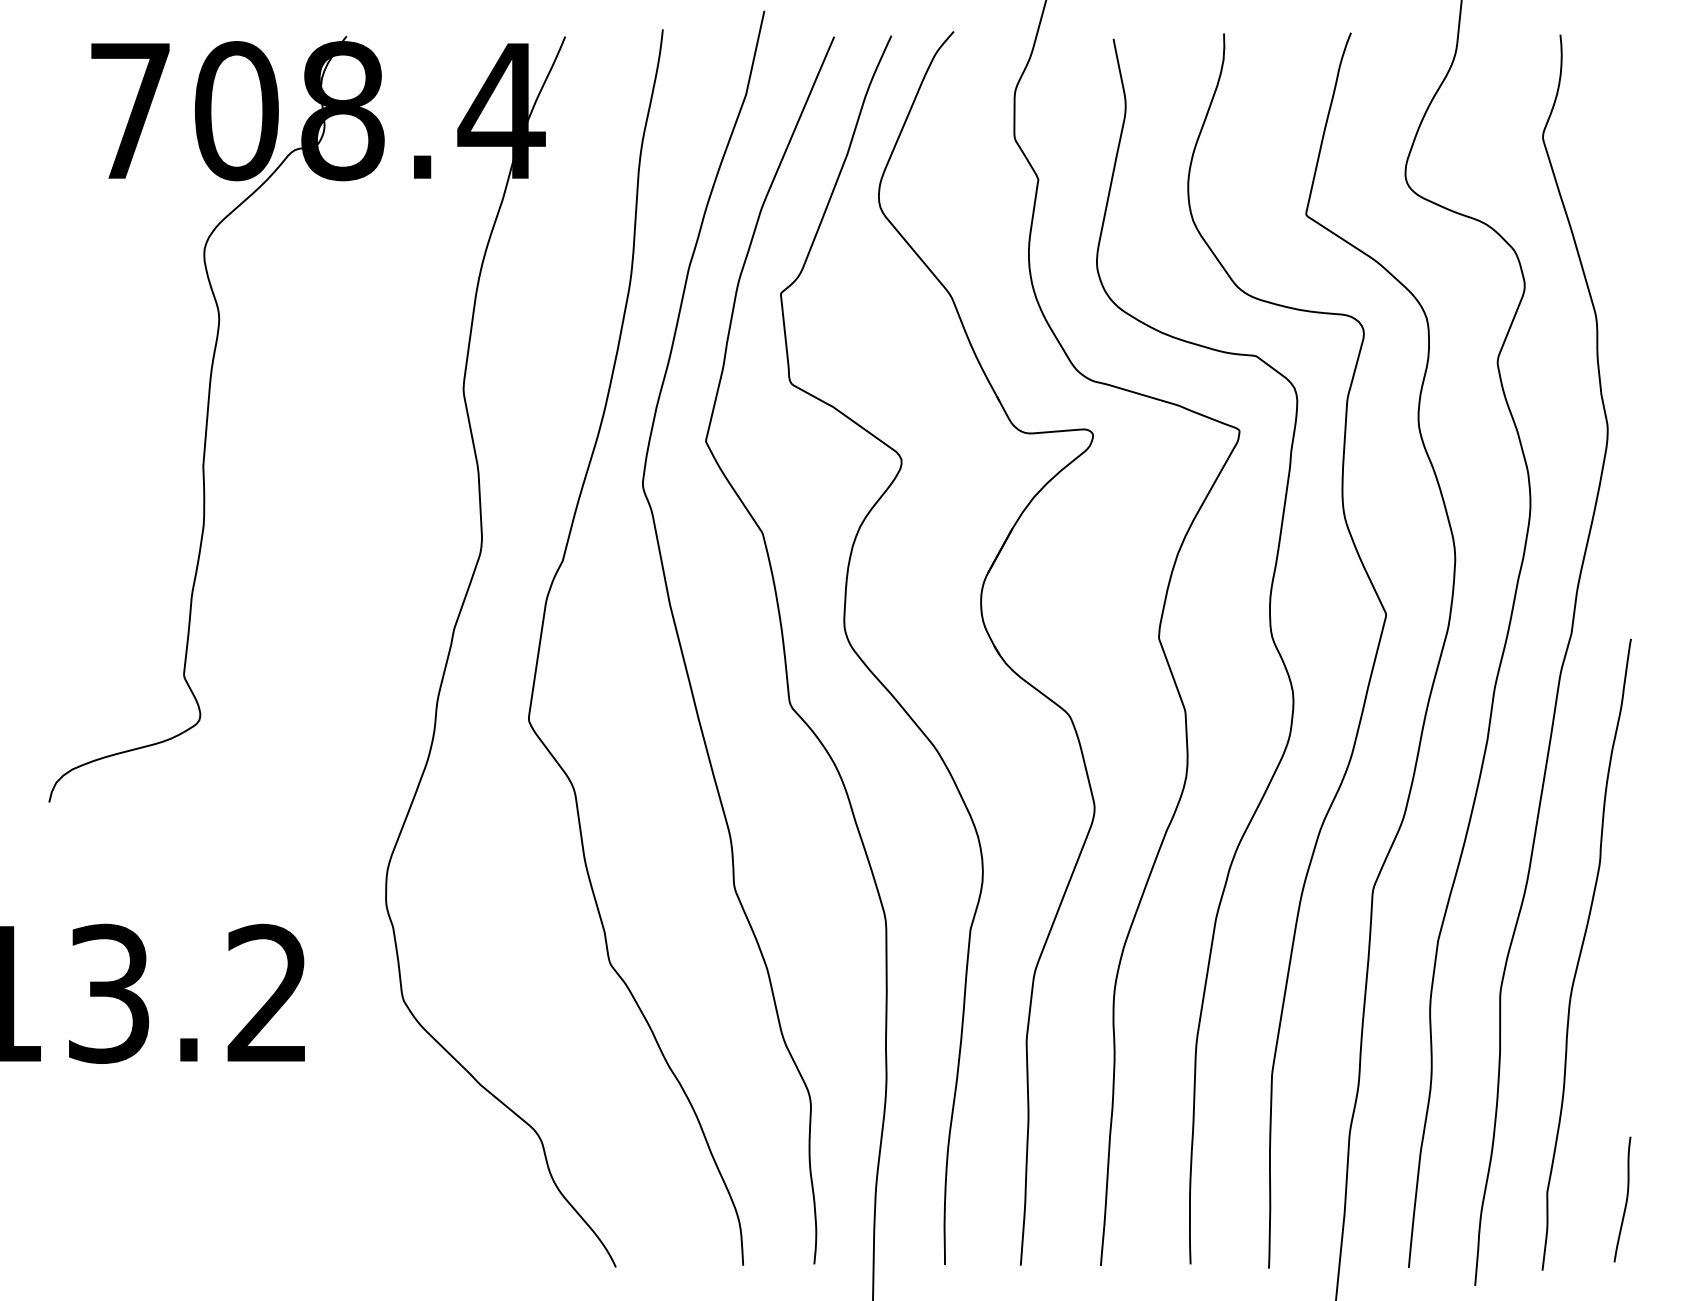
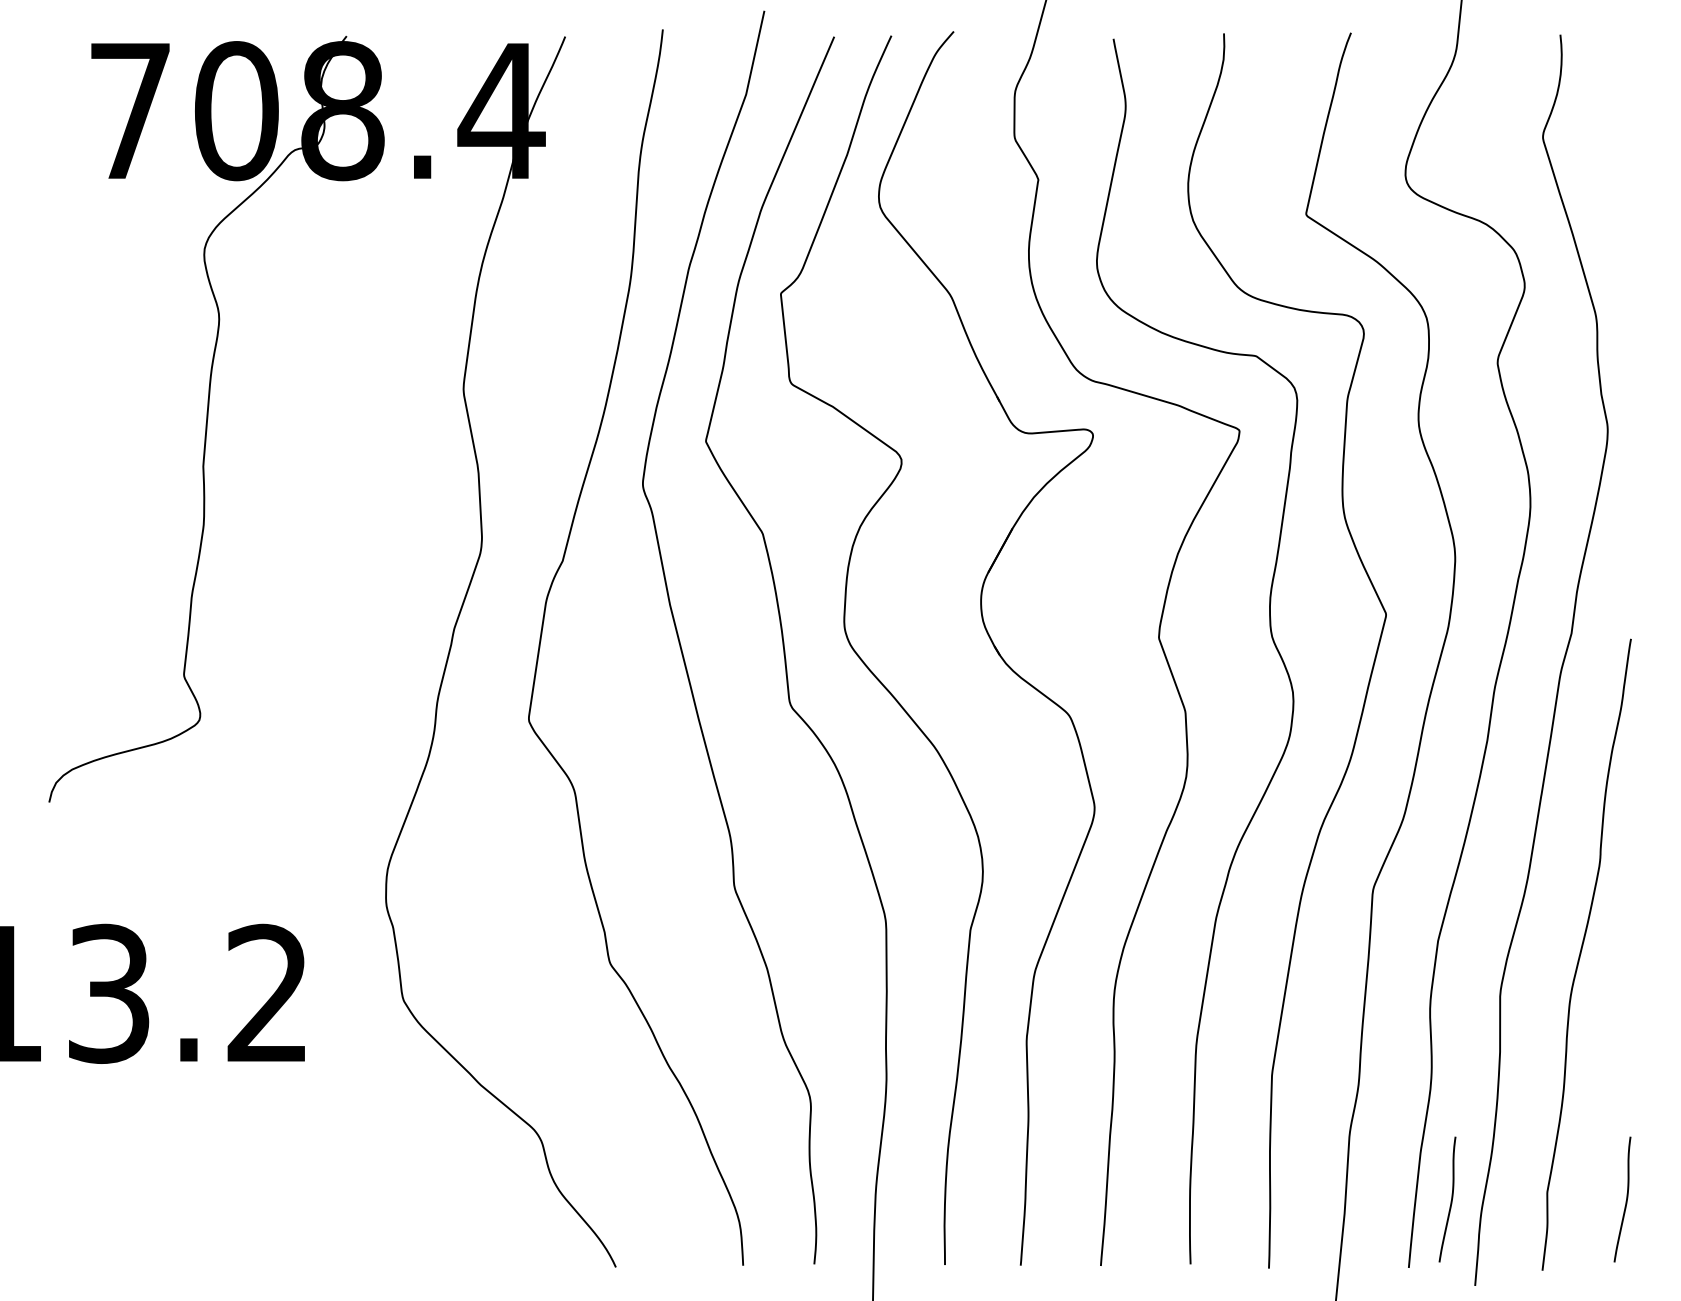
curve at (1450, 1201): none -> present
